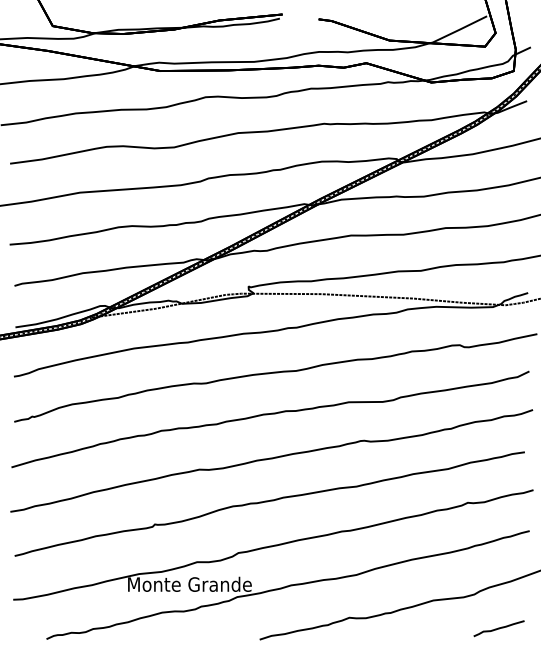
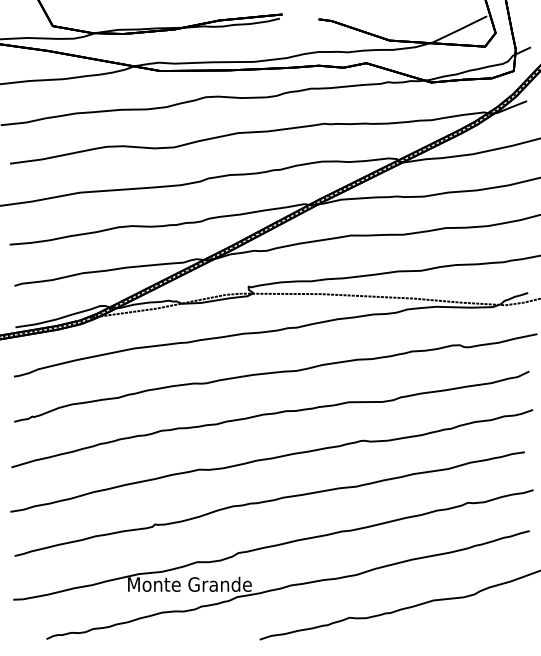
curve at (498, 628): present -> none
